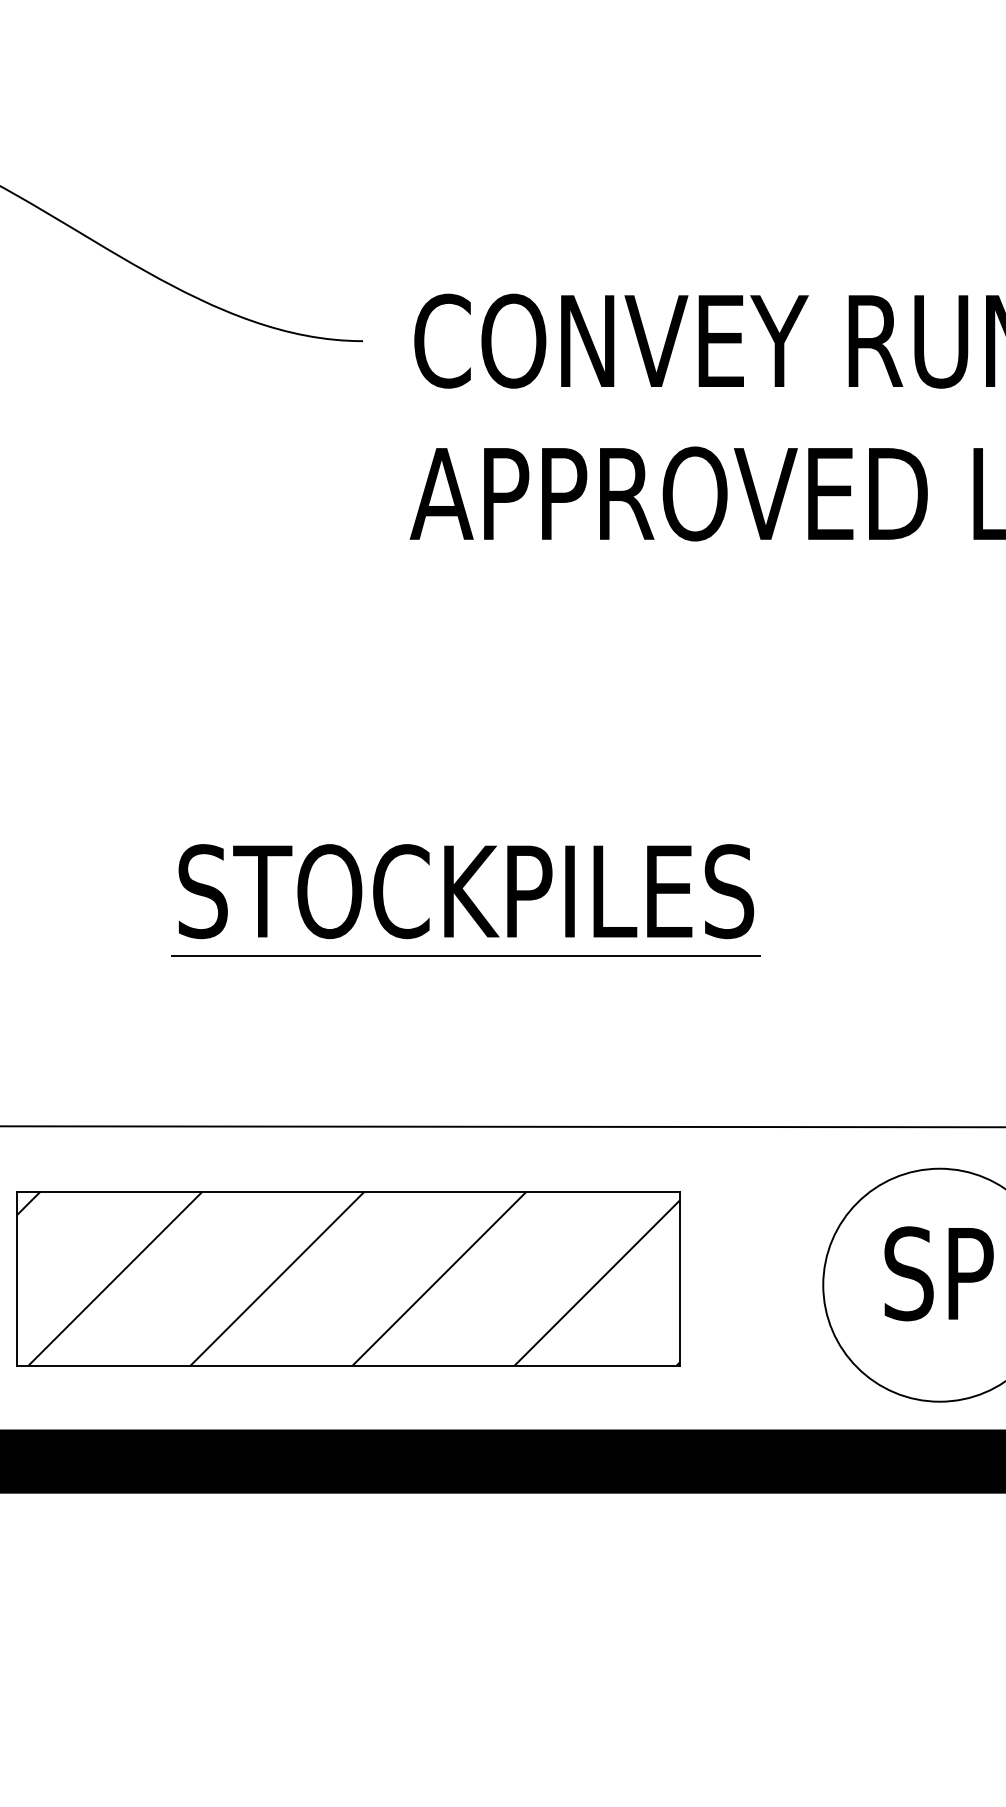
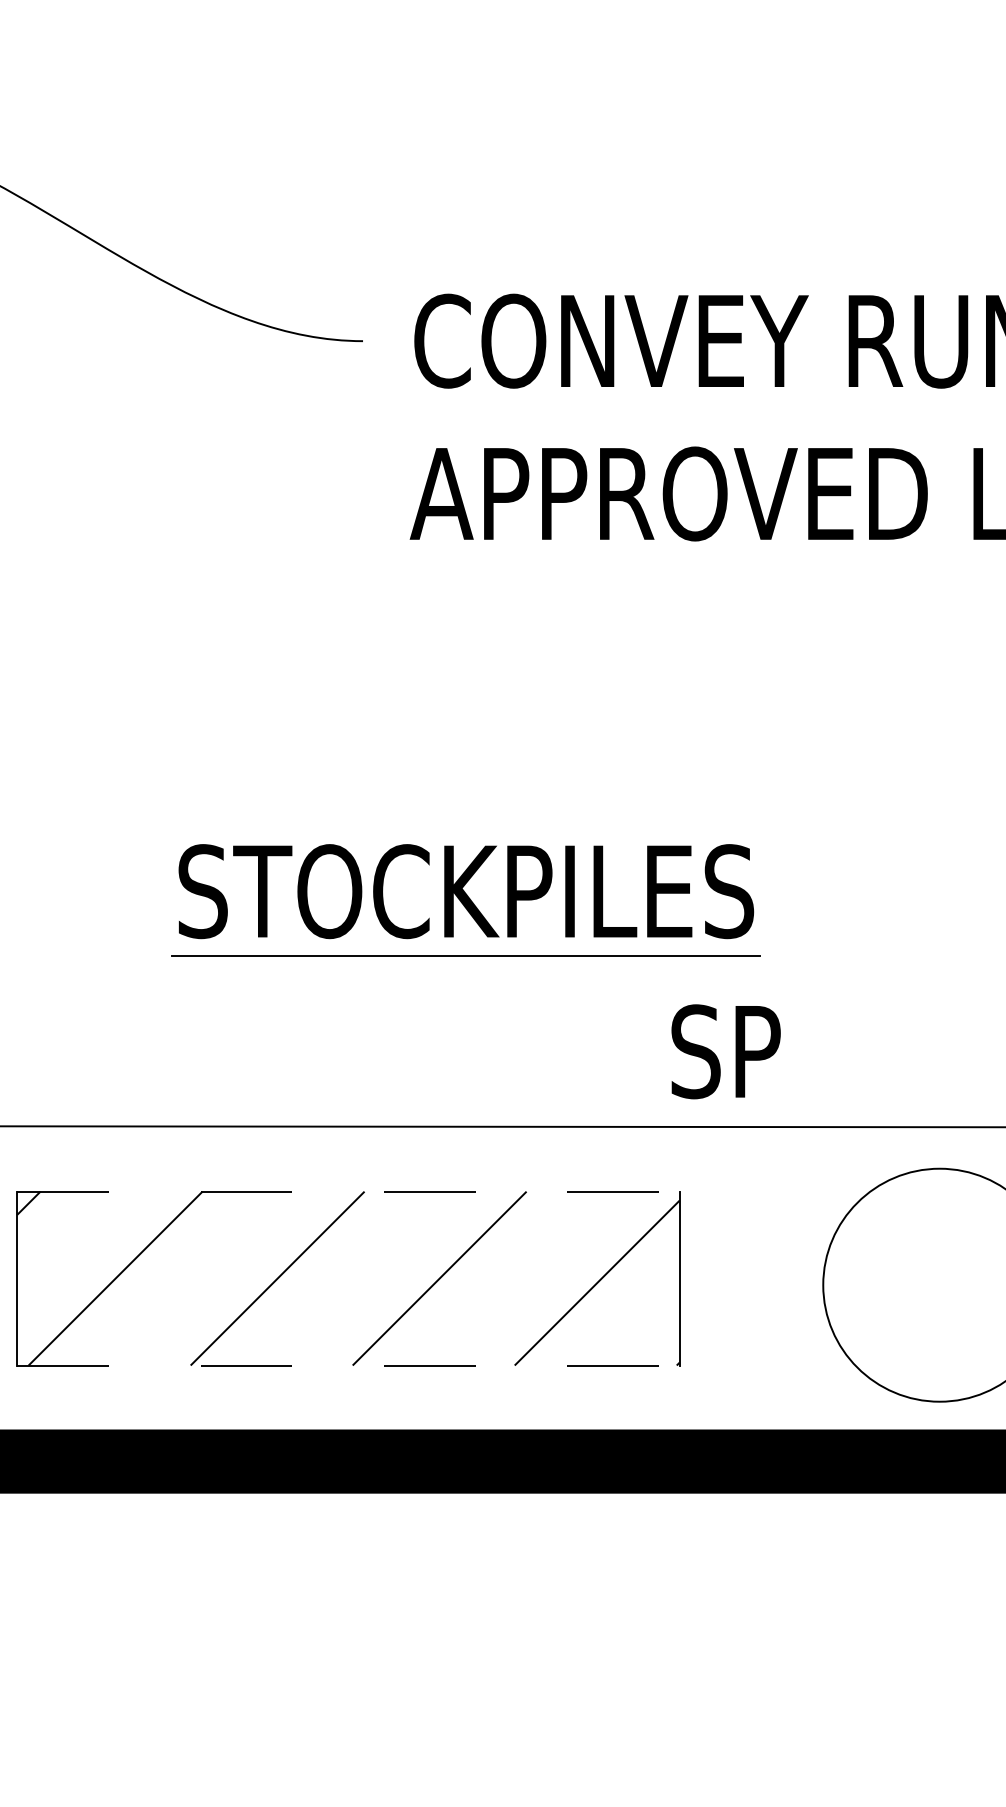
line at (348, 1191): solid -> dashed
text at (938, 1273) position: (938, 1273) -> (725, 1051)
line at (348, 1365): solid -> dashed
